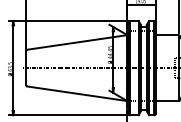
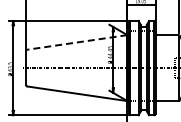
line at (77, 42): solid -> dashed
